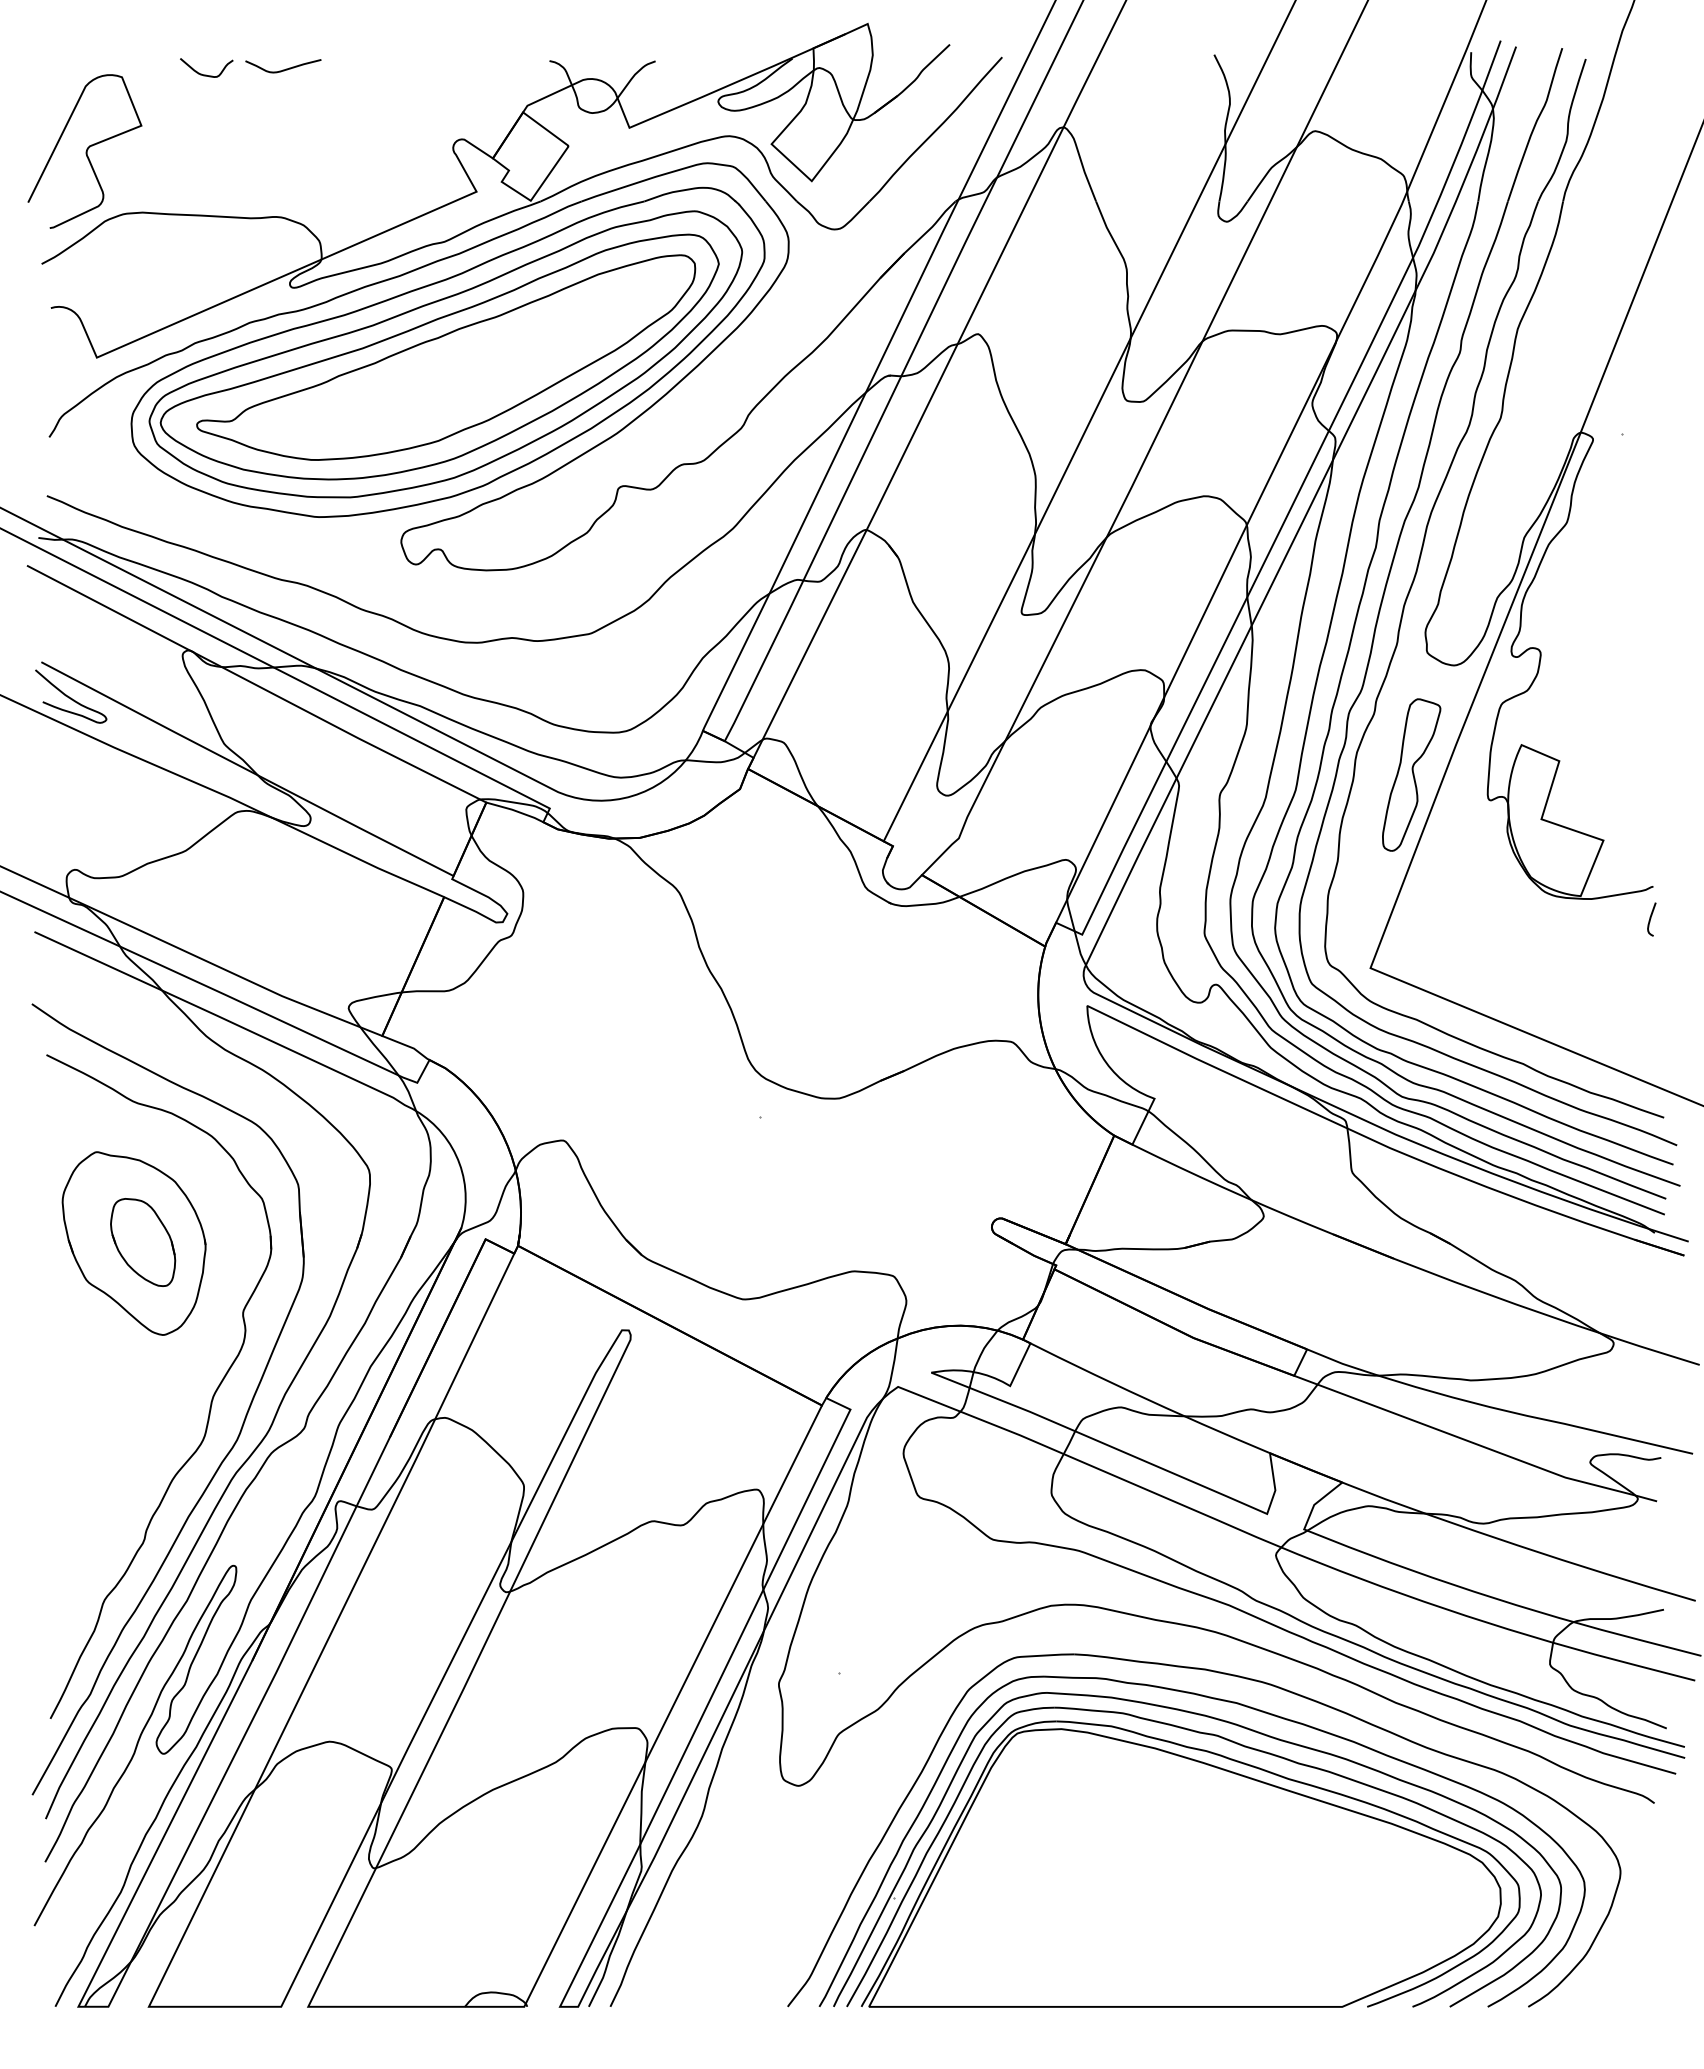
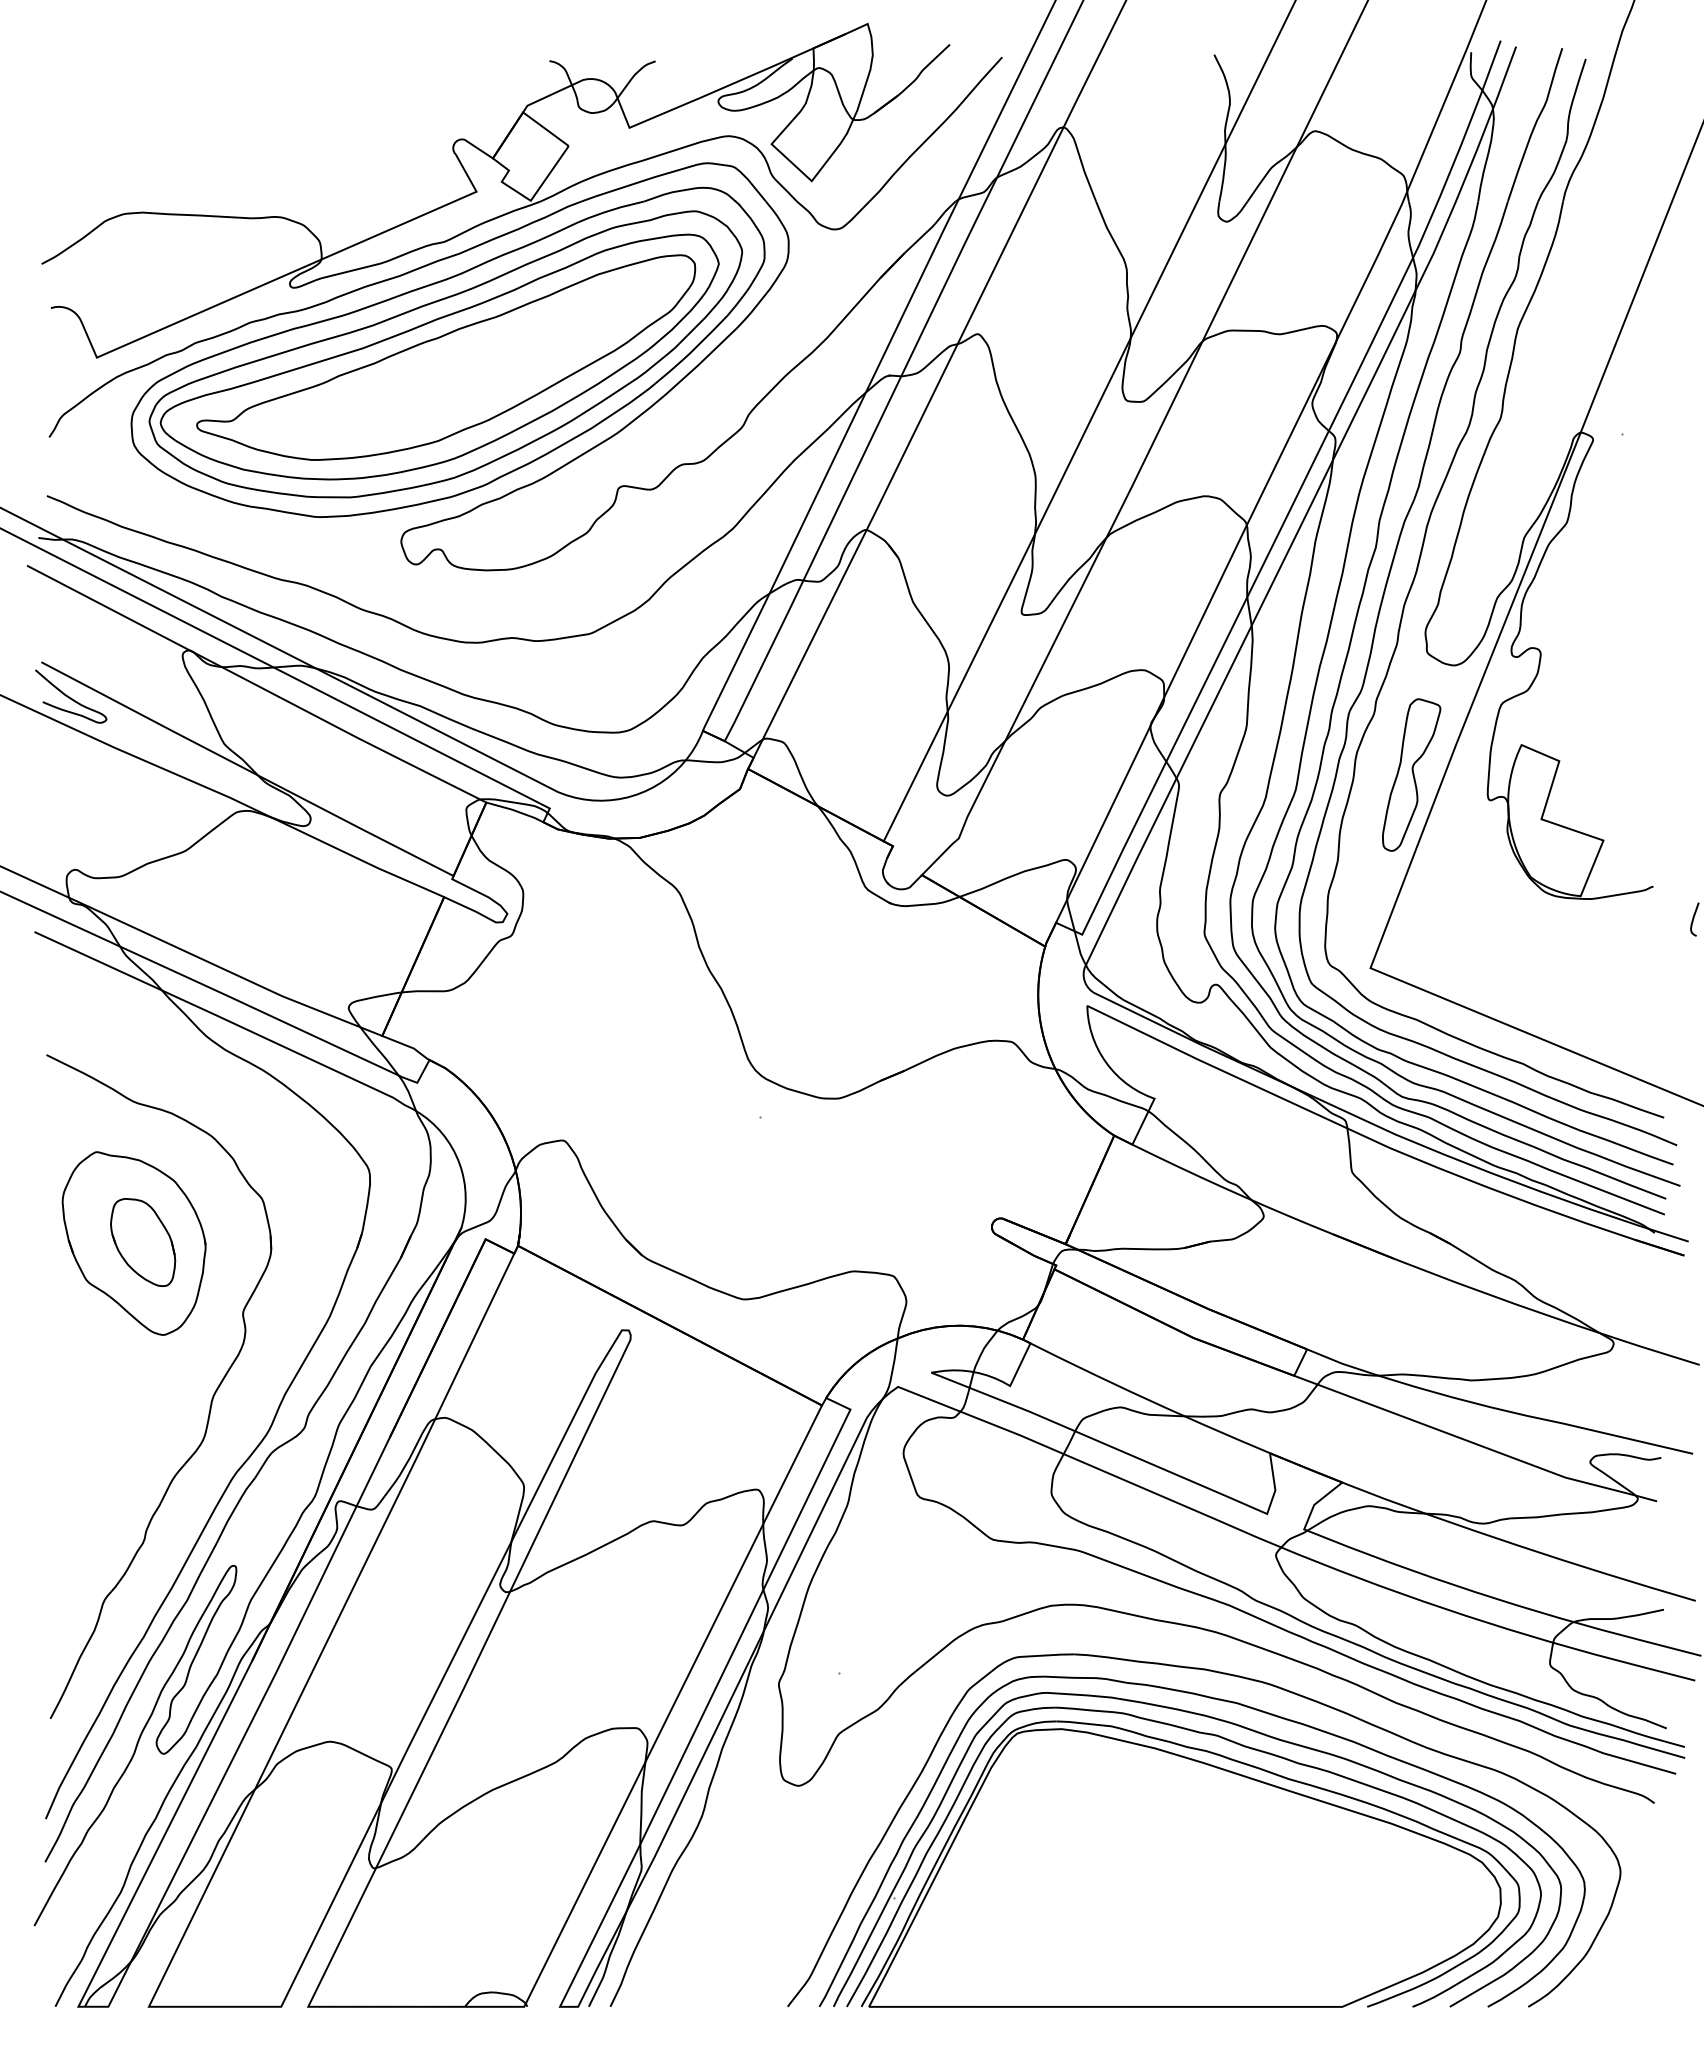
curve at (283, 69): present -> none
curve at (206, 74): present -> none
curve at (85, 151): present -> none
curve at (1651, 918) position: (1651, 918) -> (1694, 918)
part at (241, 1425): present -> none
